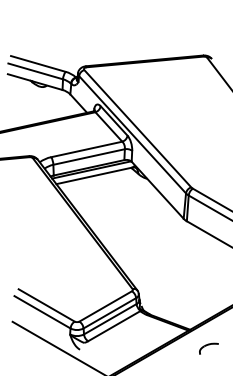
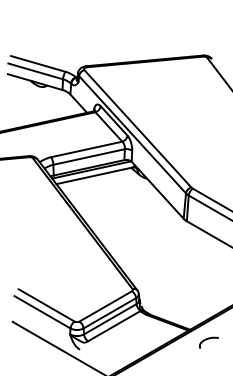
part at (208, 348) position: (208, 348) -> (208, 342)
